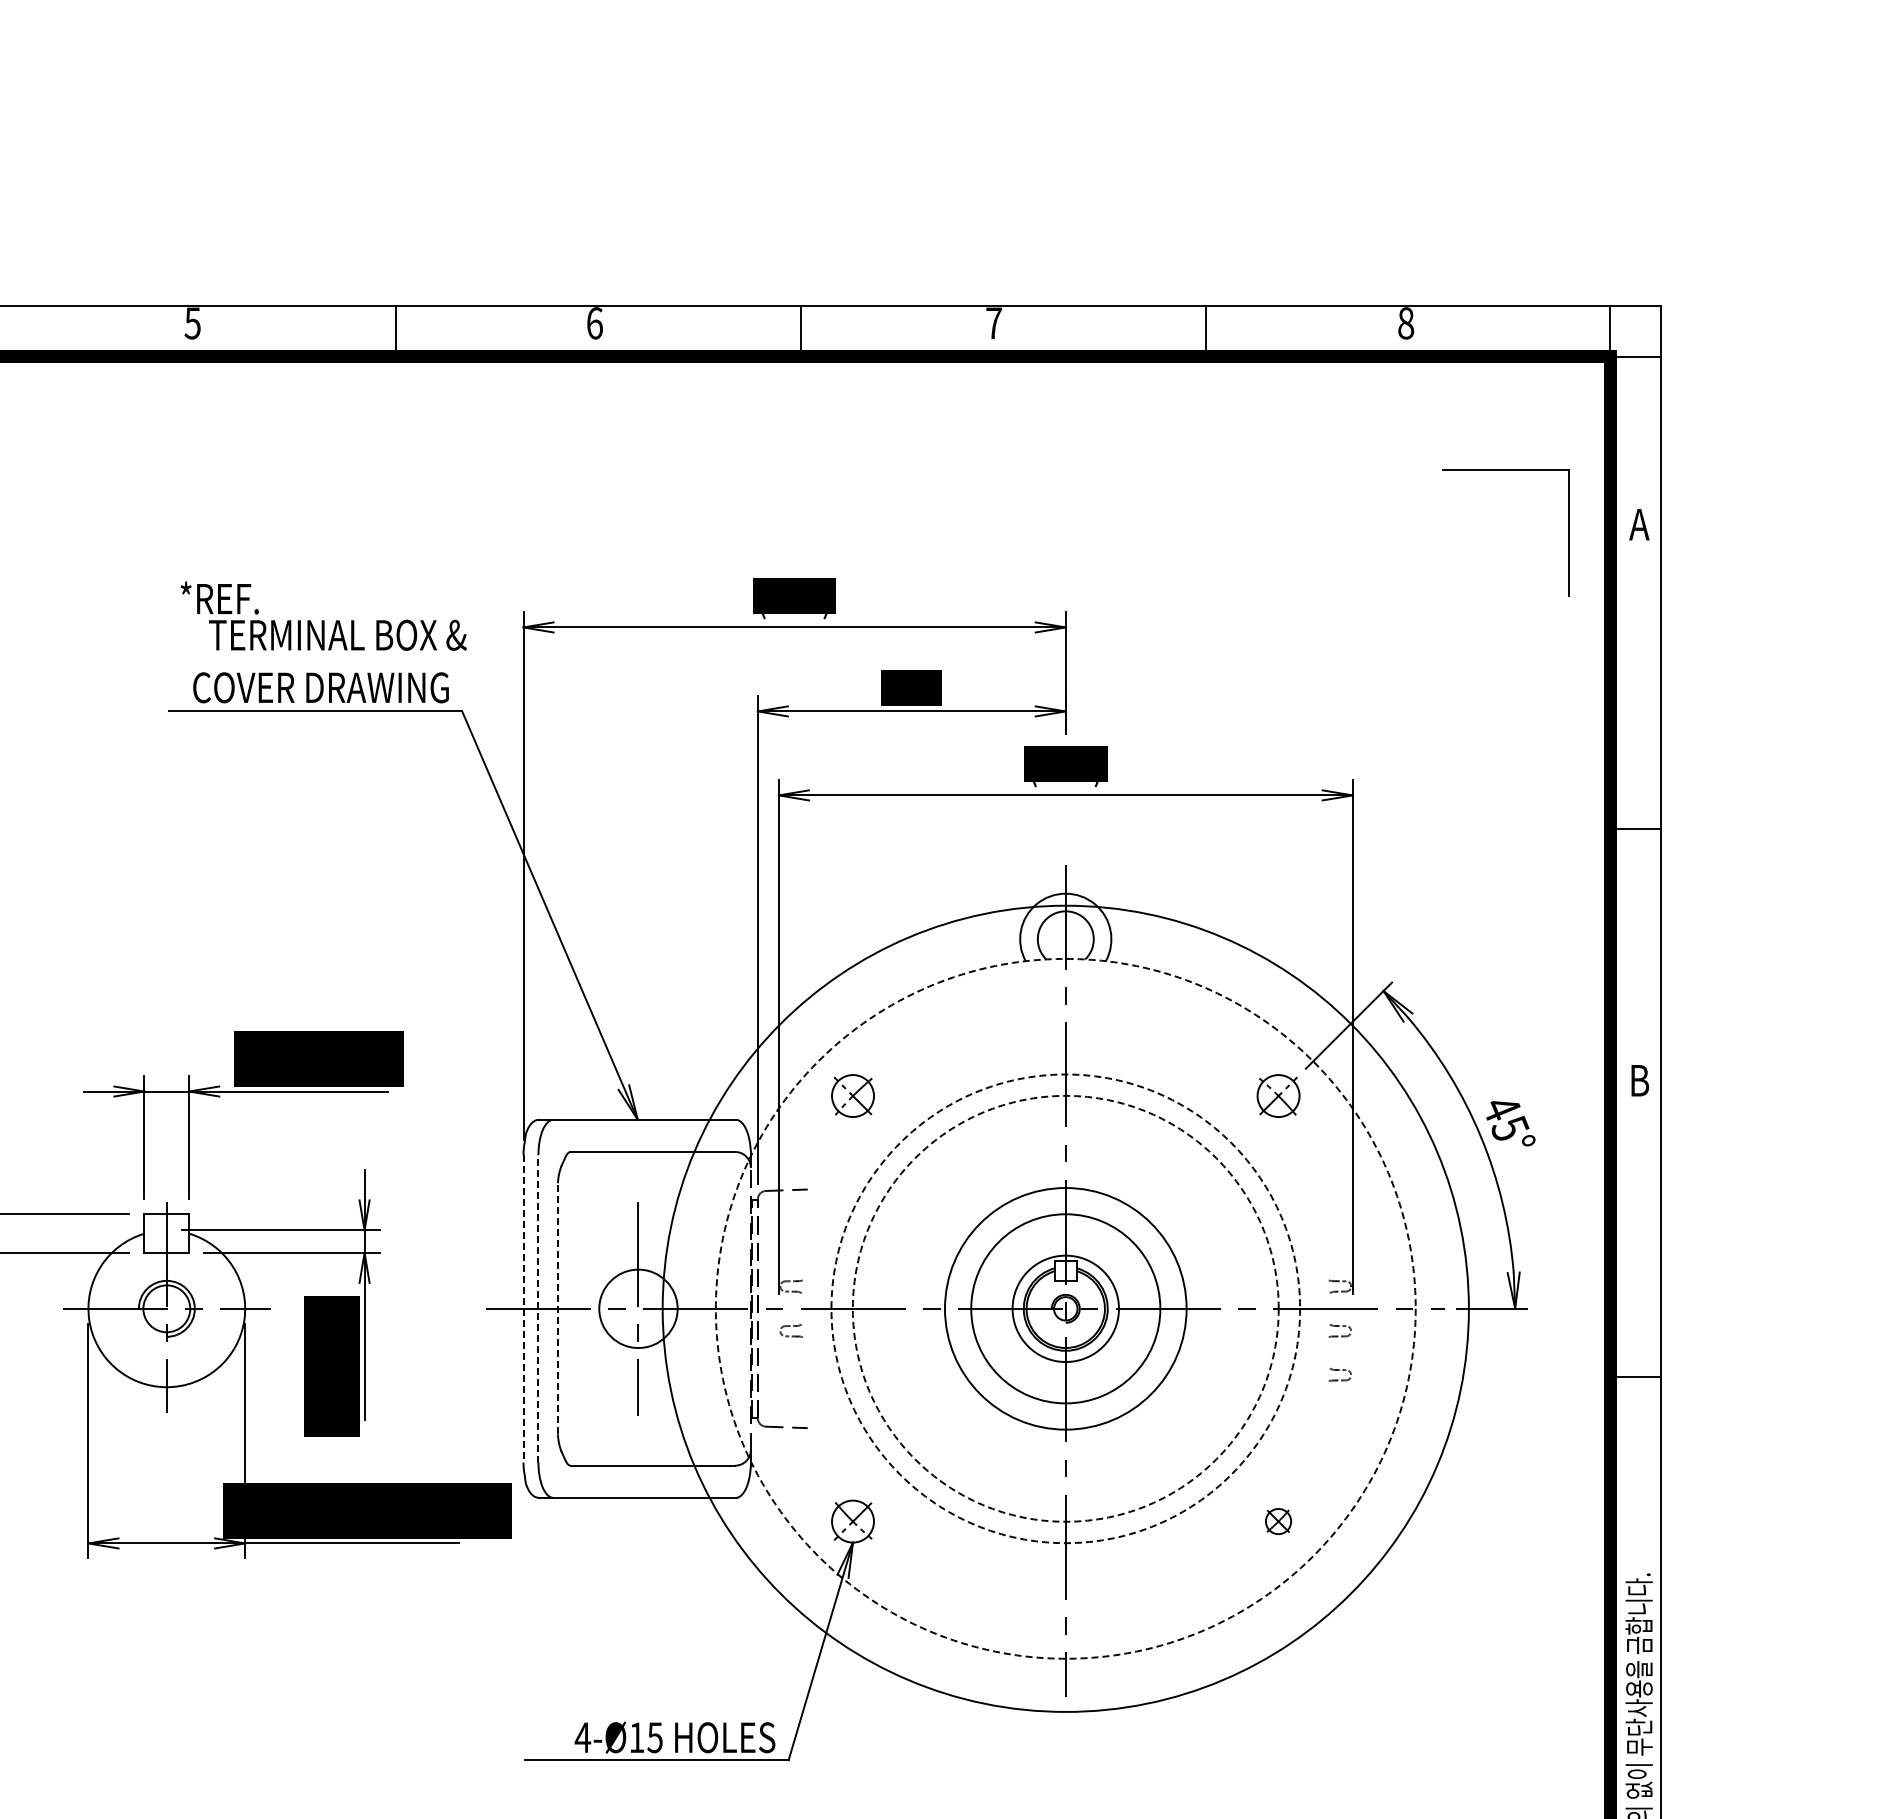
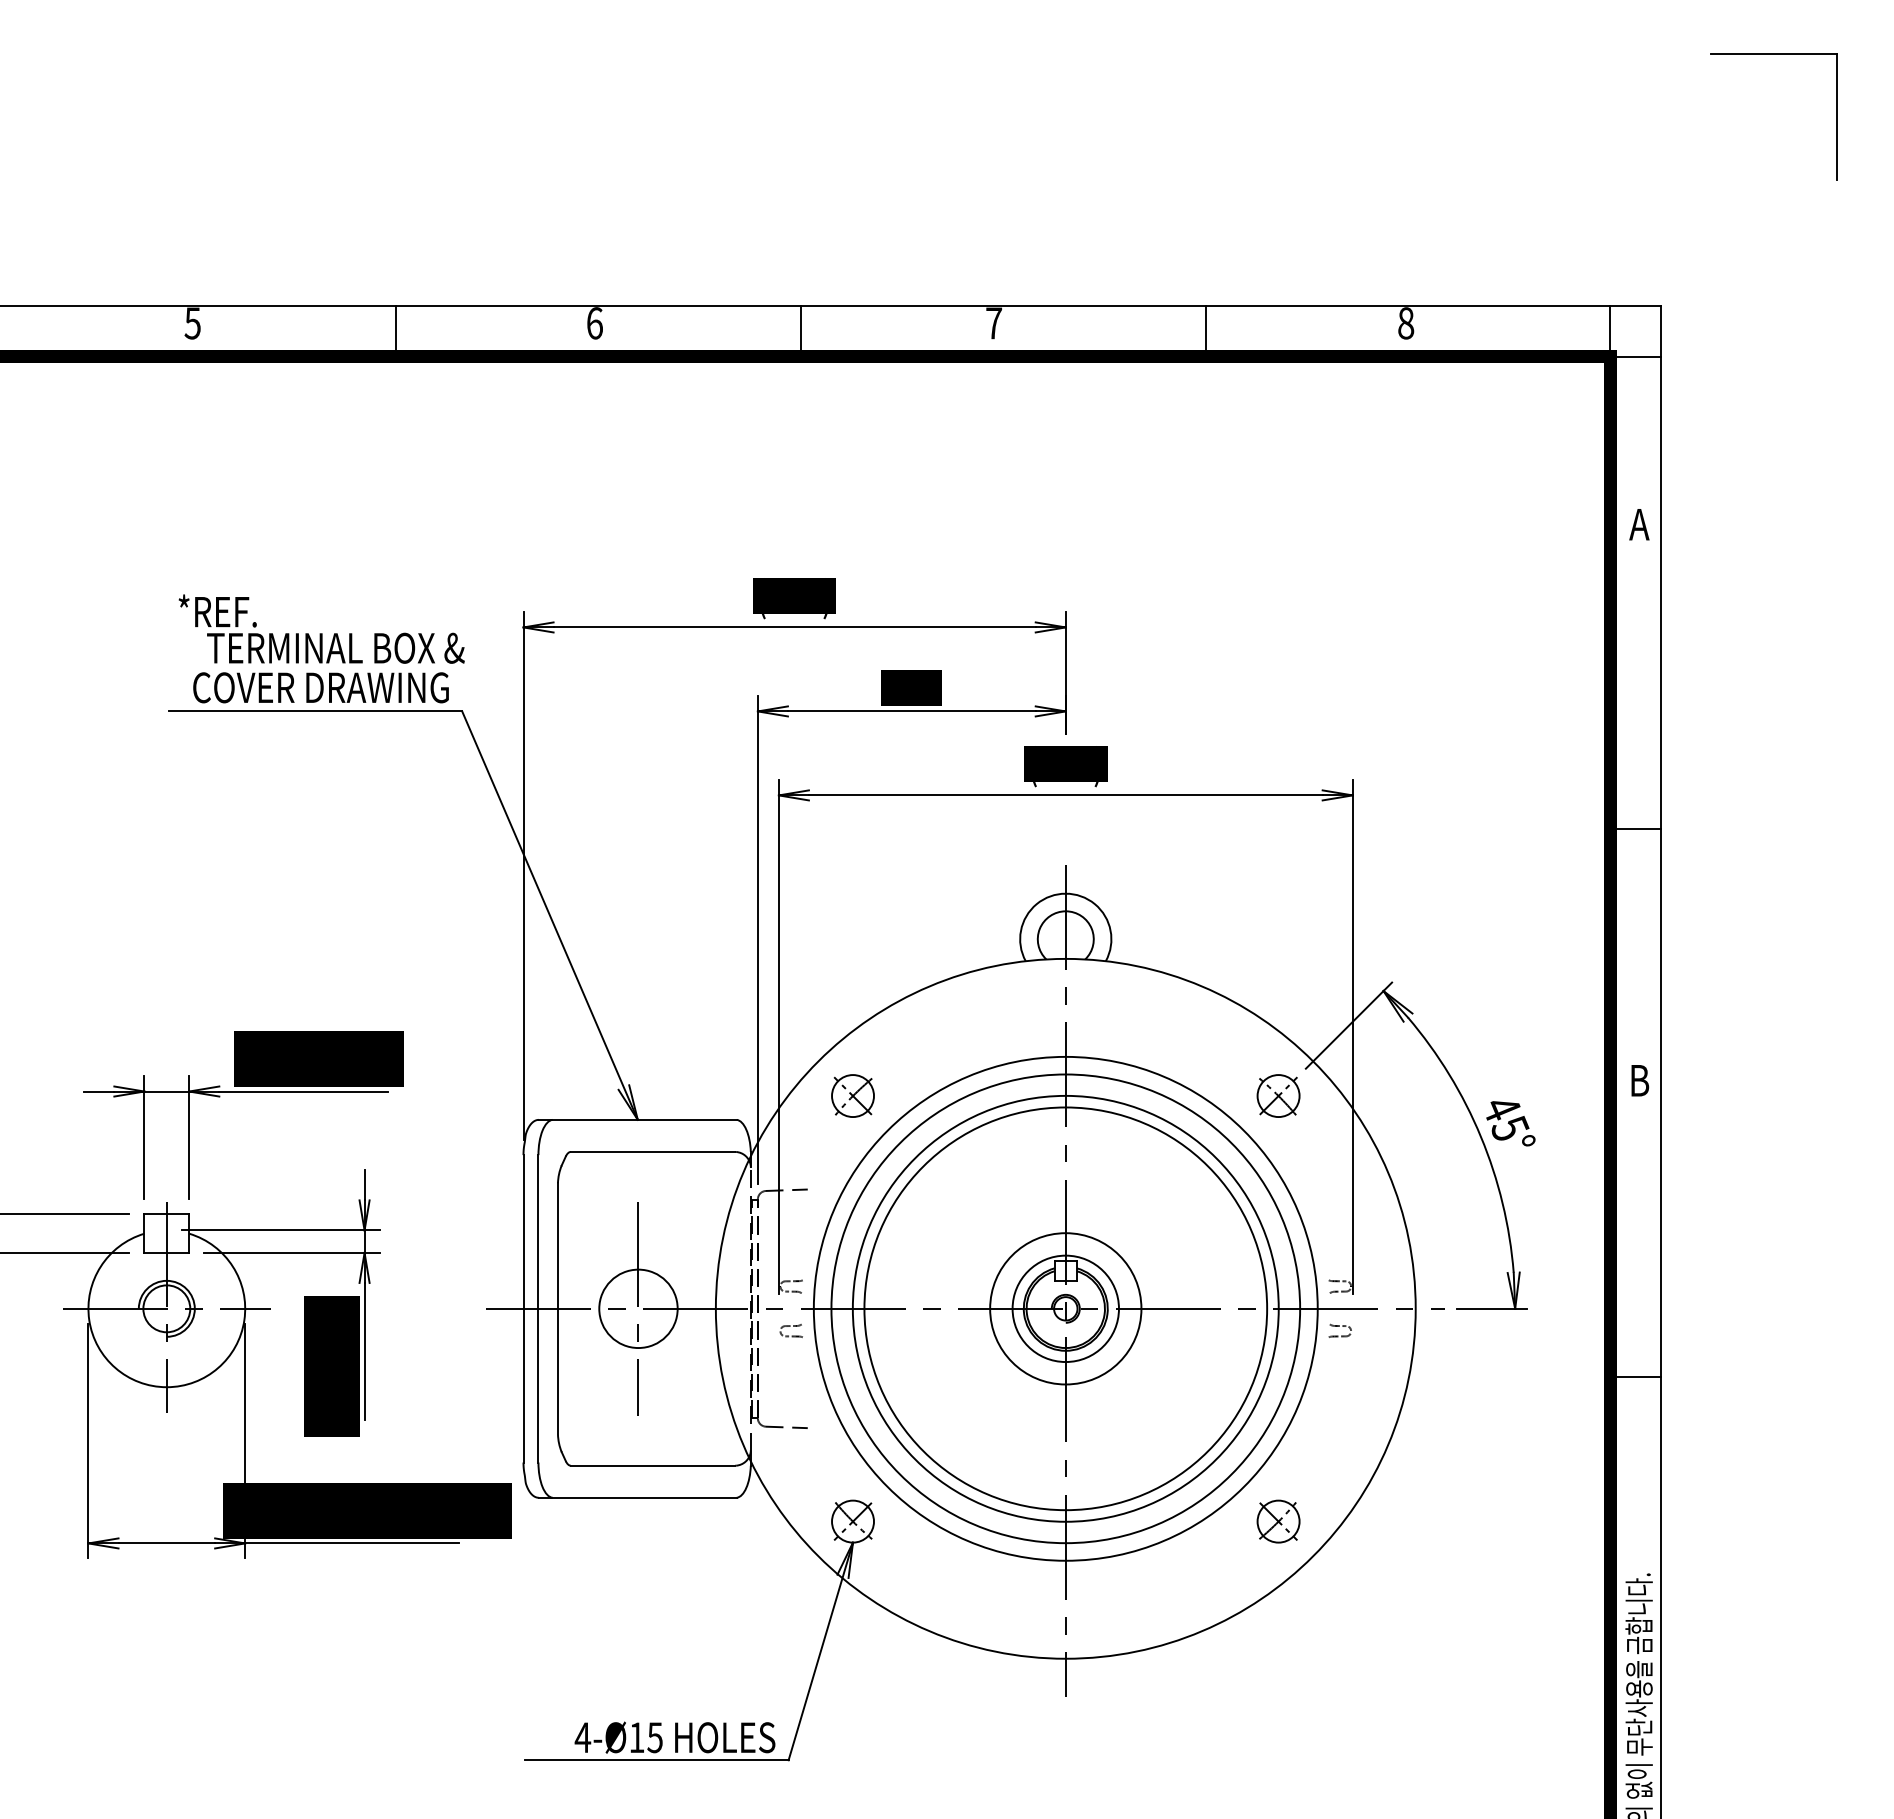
part at (1505, 470) position: (1505, 470) -> (1773, 54)
text at (323, 615) position: (323, 615) -> (321, 628)
line at (523, 1308): dashed -> solid
line at (538, 1308): dashed -> solid
line at (557, 1308): dashed -> solid
circle at (1065, 1308) diameter: 189 px -> 151 px
circle at (1065, 1308) diameter: 242 px -> 403 px
circle at (1065, 1308) diameter: 806 px -> 504 px
circle at (1065, 1308): dashed -> solid
circle at (1065, 1308): dashed -> solid
circle at (1065, 1308): dashed -> solid
part at (1339, 1374): present -> none
part at (1278, 1521) size: 27x28 px -> 45x45 px
